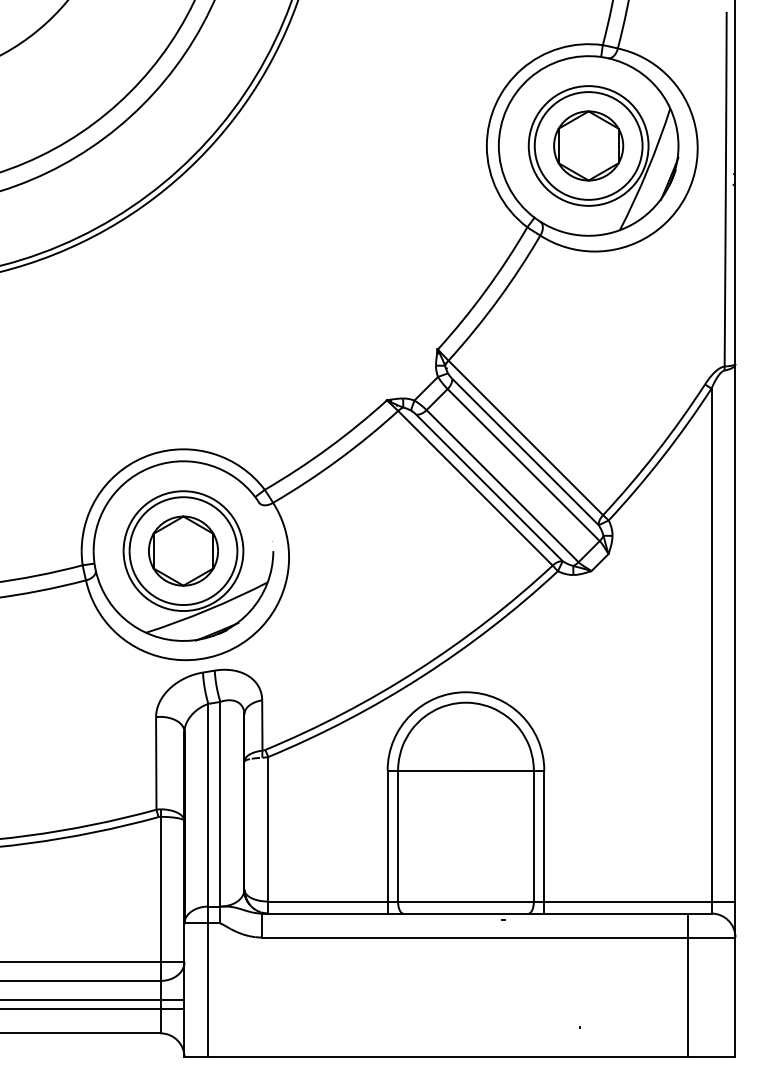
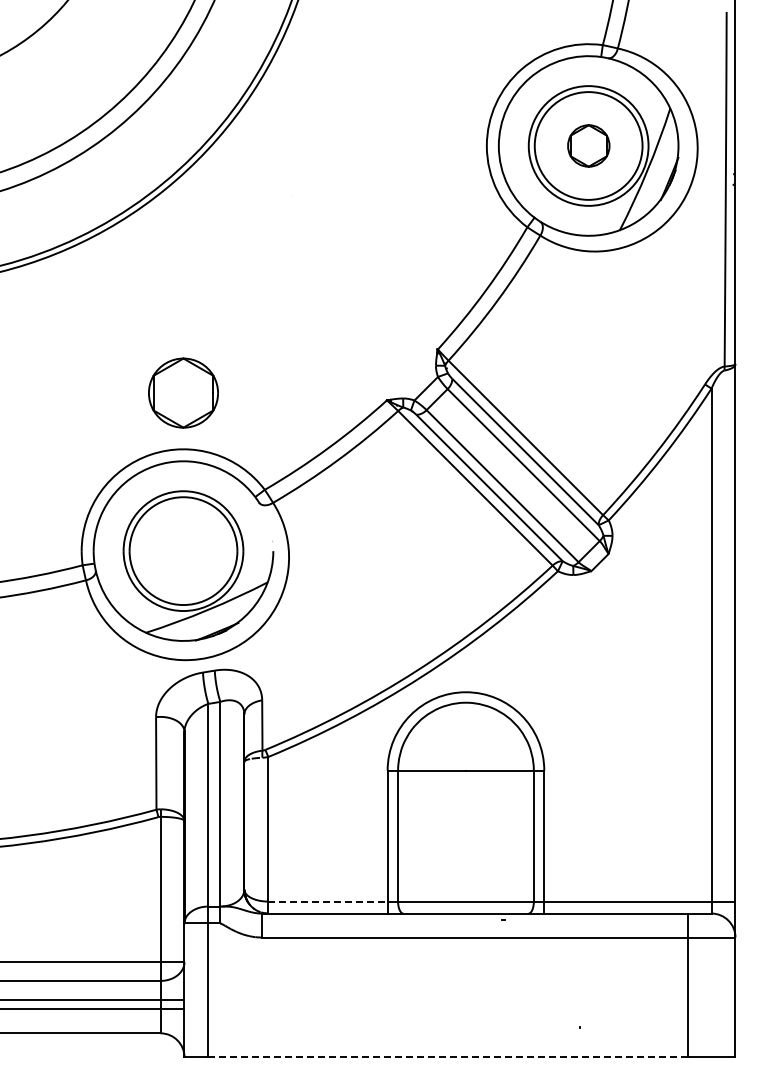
part at (588, 145) size: 72x72 px -> 44x44 px
part at (183, 550) position: (183, 550) -> (183, 392)
line at (328, 901): solid -> dashed
line at (448, 1057): solid -> dashed
